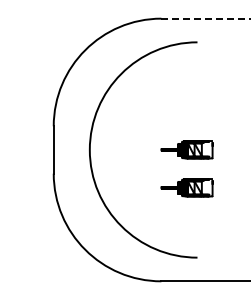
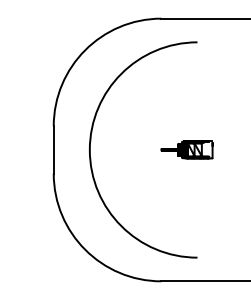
line at (206, 18): dashed -> solid
part at (186, 187): present -> none
